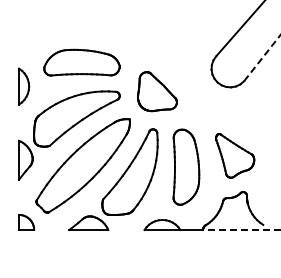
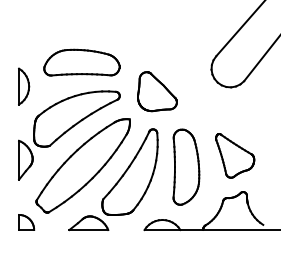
line at (262, 57): dashed -> solid
line at (241, 230): dashed -> solid
